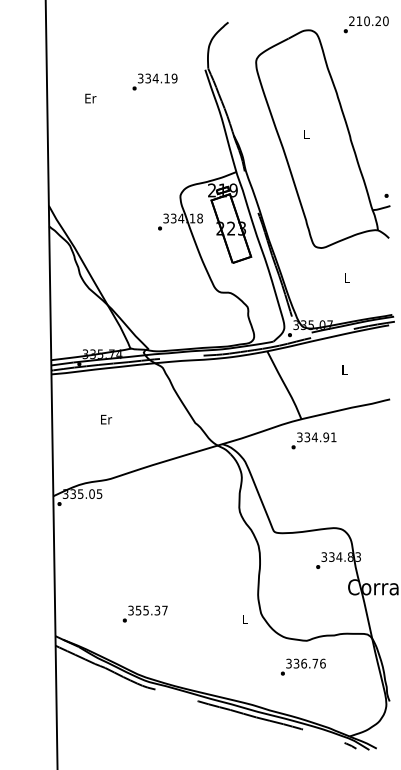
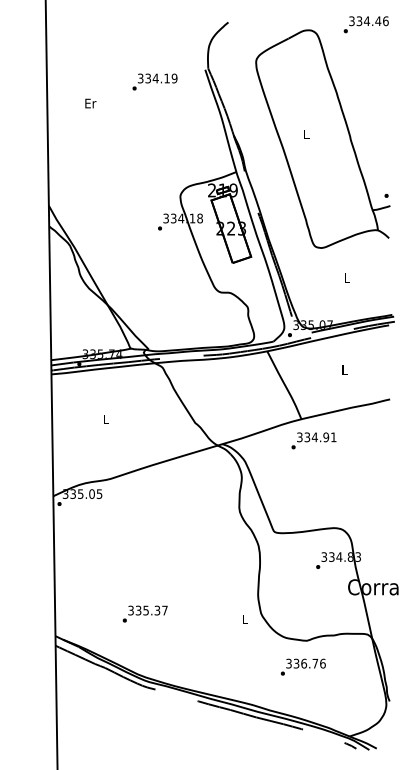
text at (368, 21): 210.20 -> 334.46
text at (90, 98) position: (90, 98) -> (90, 103)
text at (106, 419): Er -> L
text at (138, 609): 355.37 -> 335.37
